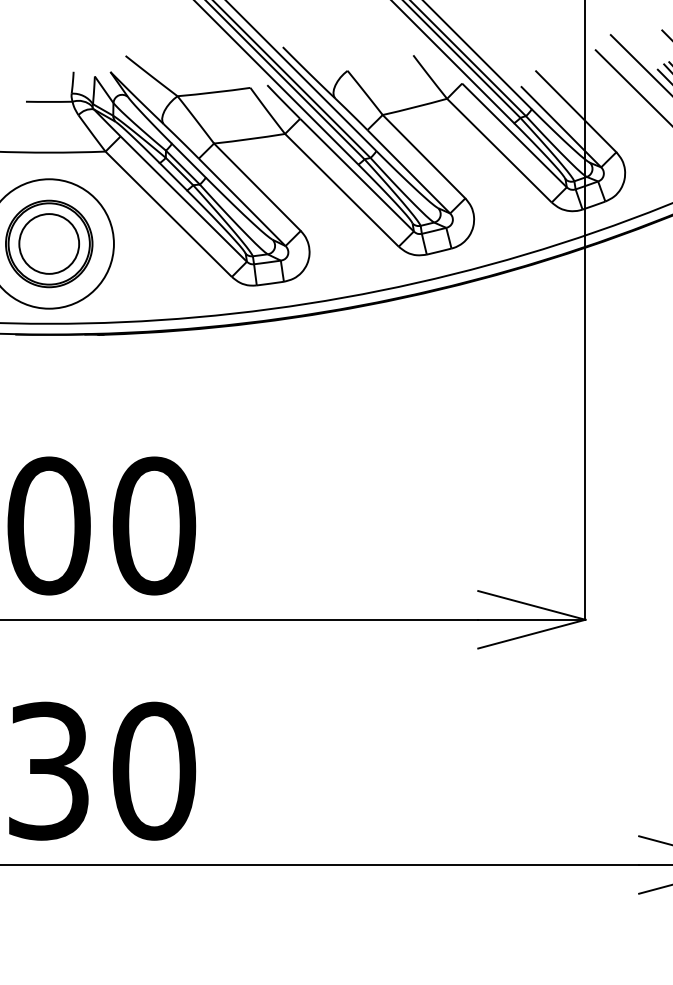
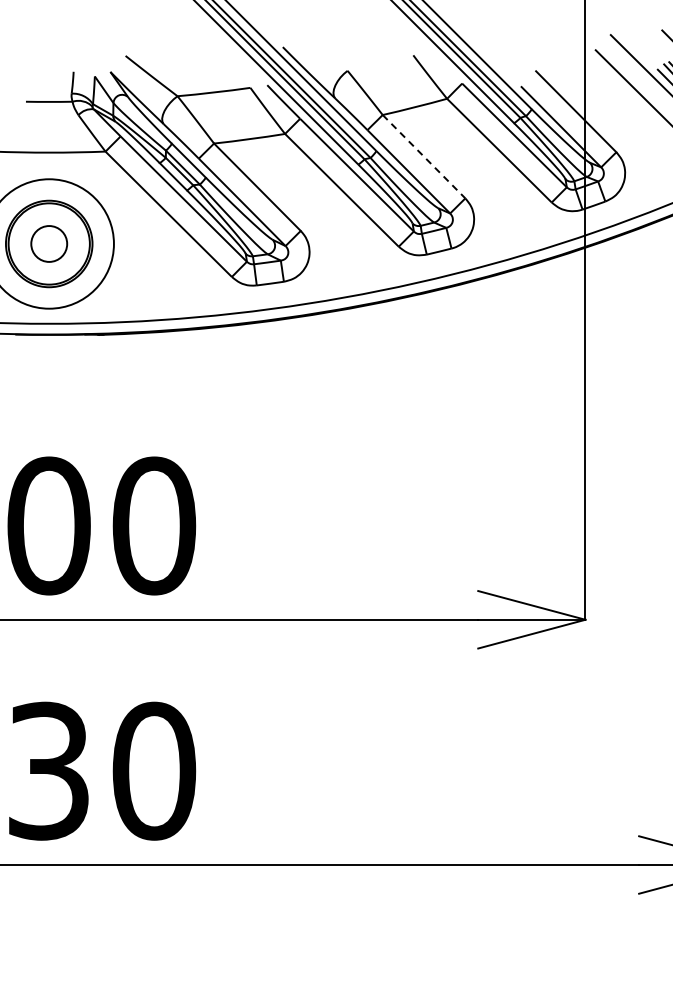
line at (424, 156): solid -> dashed
circle at (49, 243) diameter: 60 px -> 36 px
